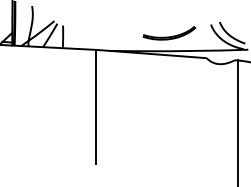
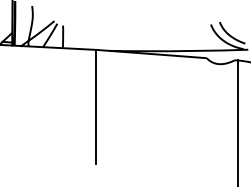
part at (169, 33): present -> none
